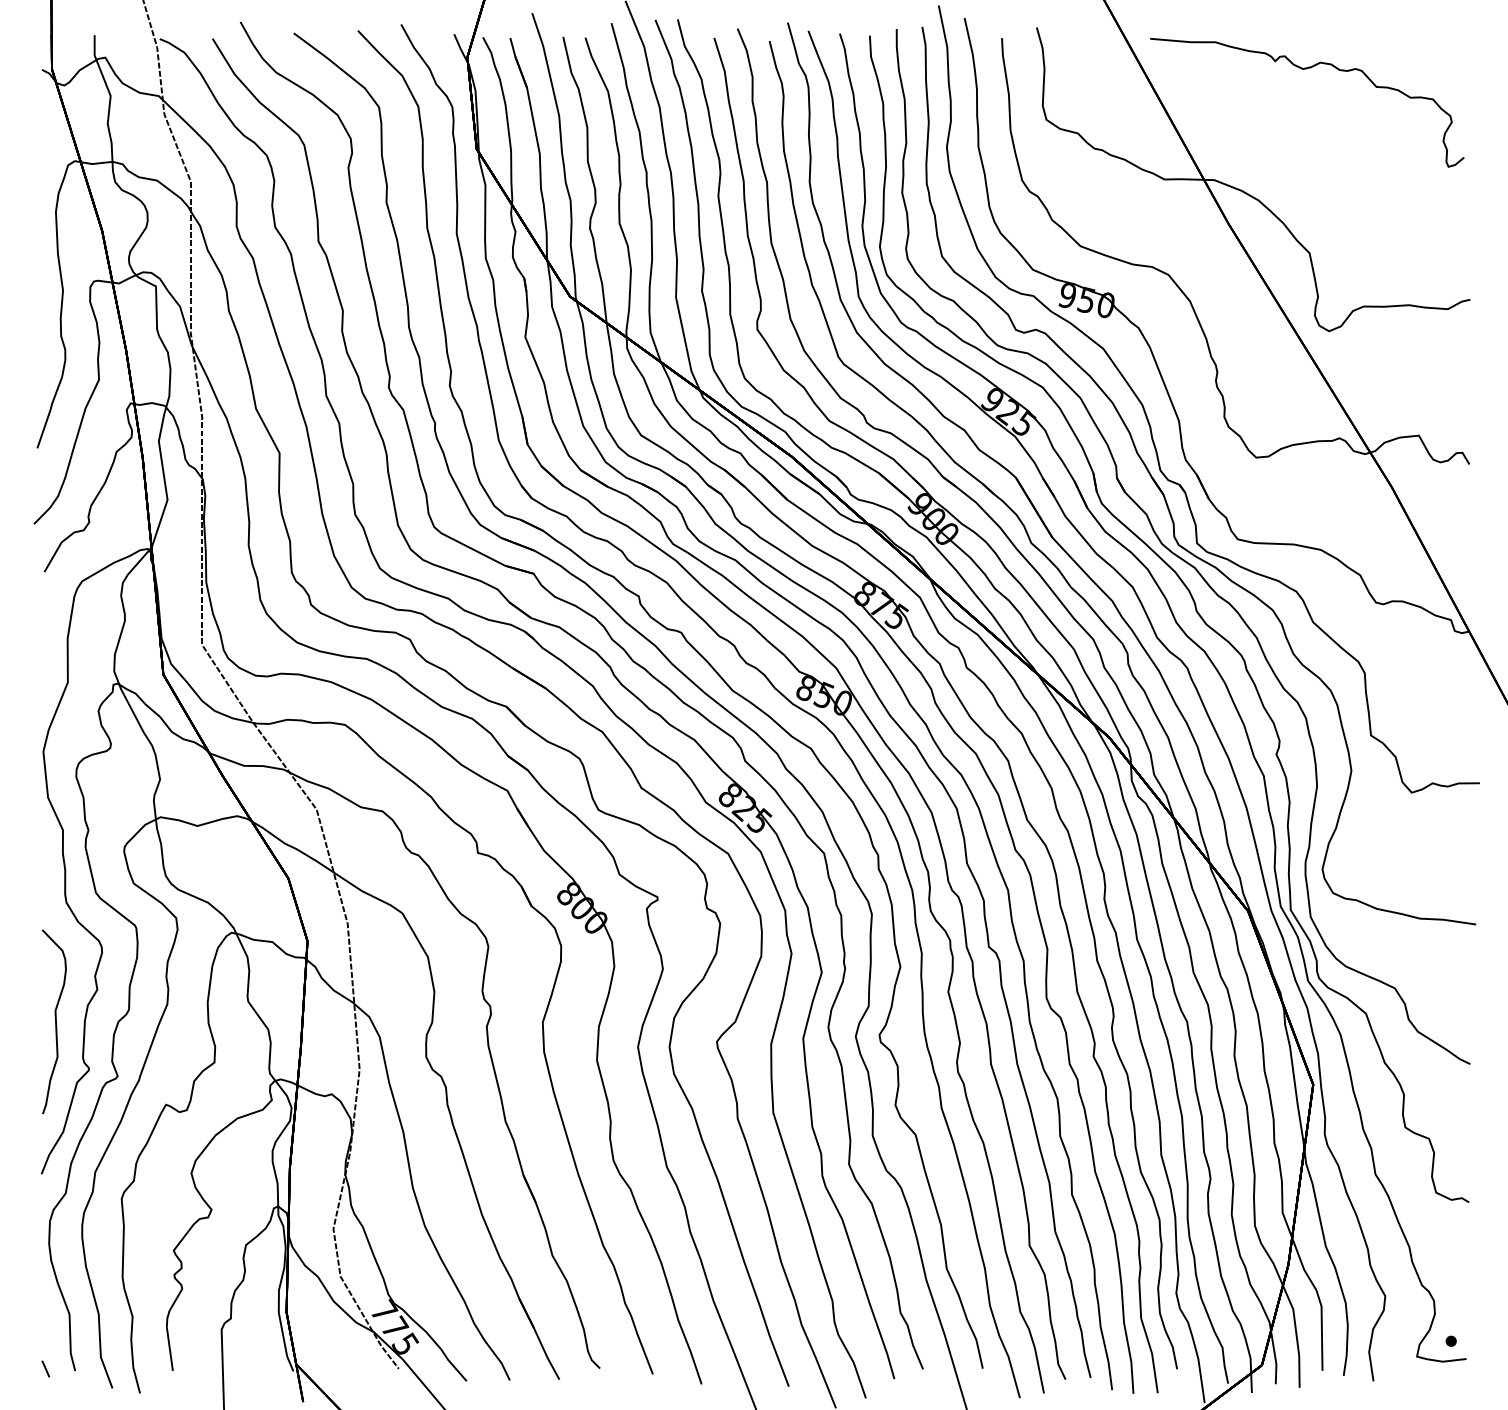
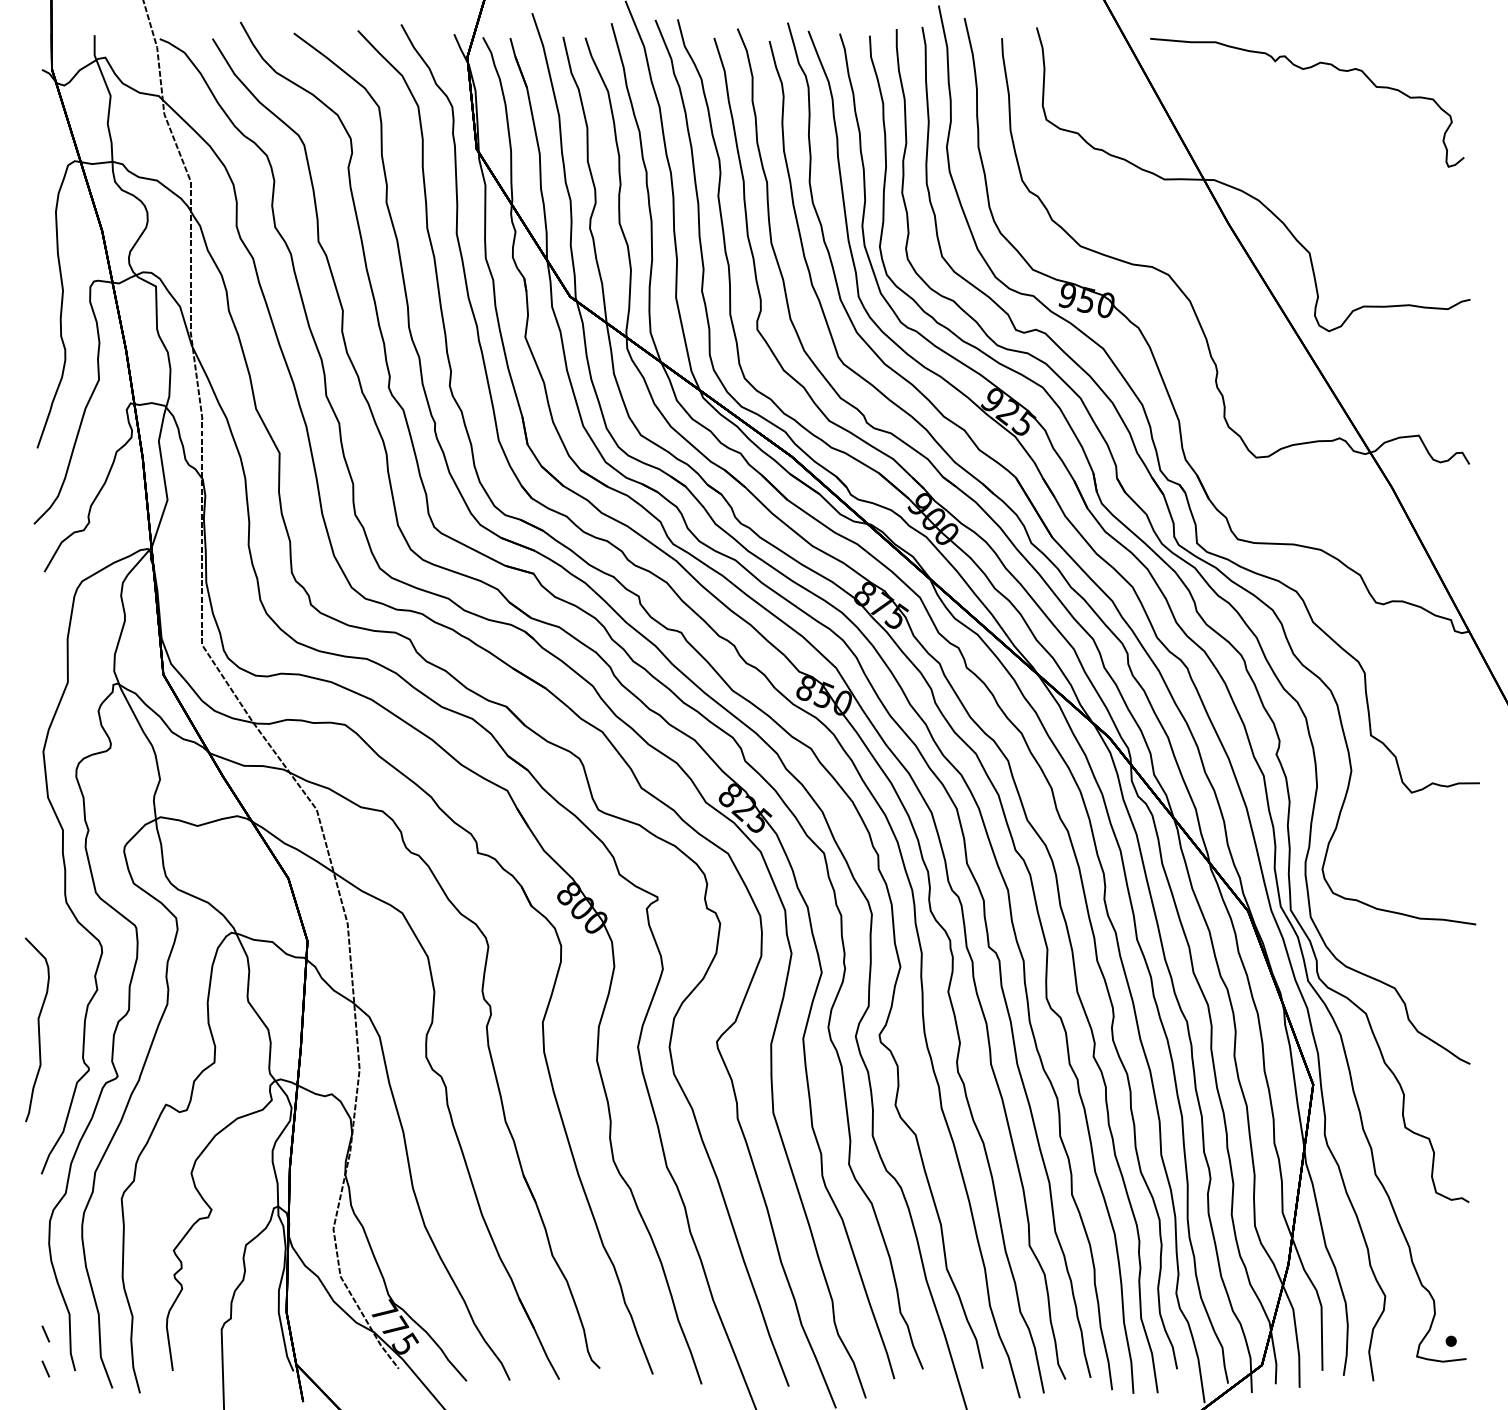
curve at (55, 1021) position: (55, 1021) -> (38, 1029)
line at (45, 1333): none -> present
